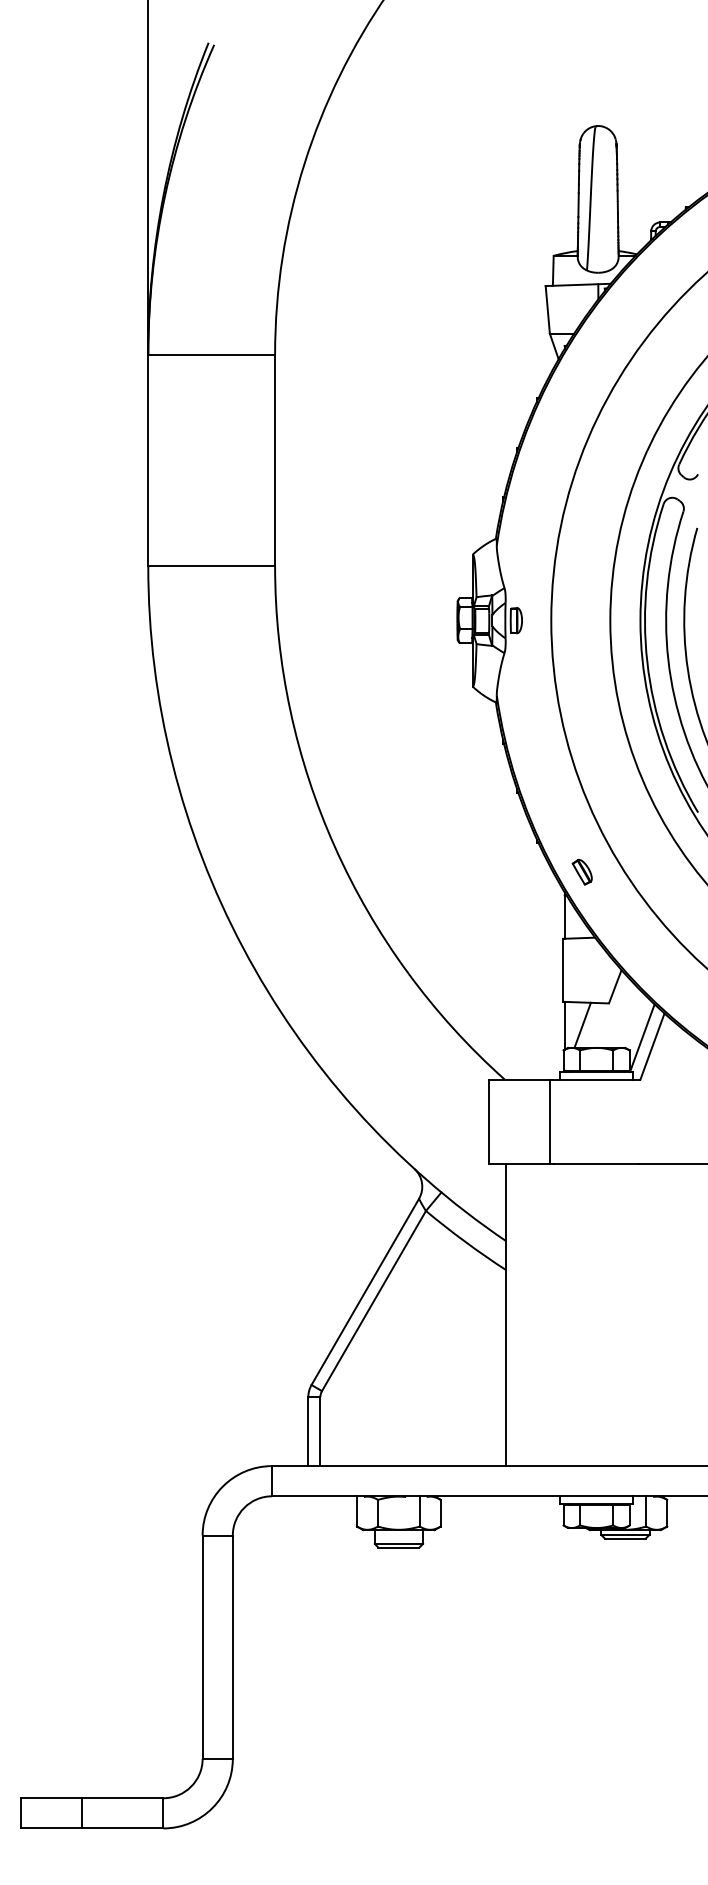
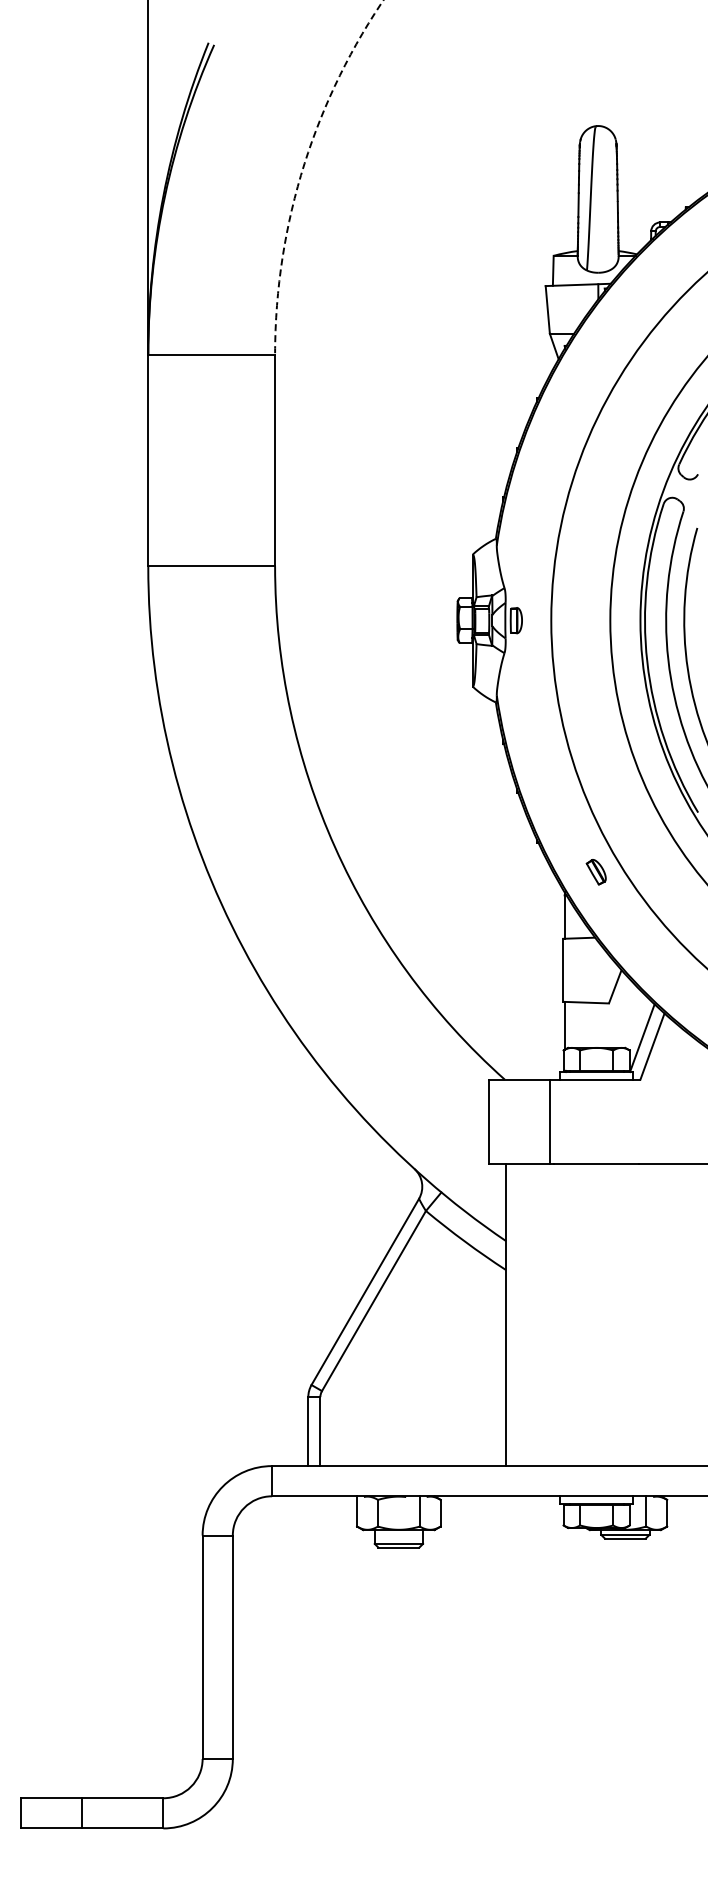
arc at (302, 170): solid -> dashed
part at (581, 872) position: (581, 872) -> (595, 872)
line at (582, 1024): present -> none
